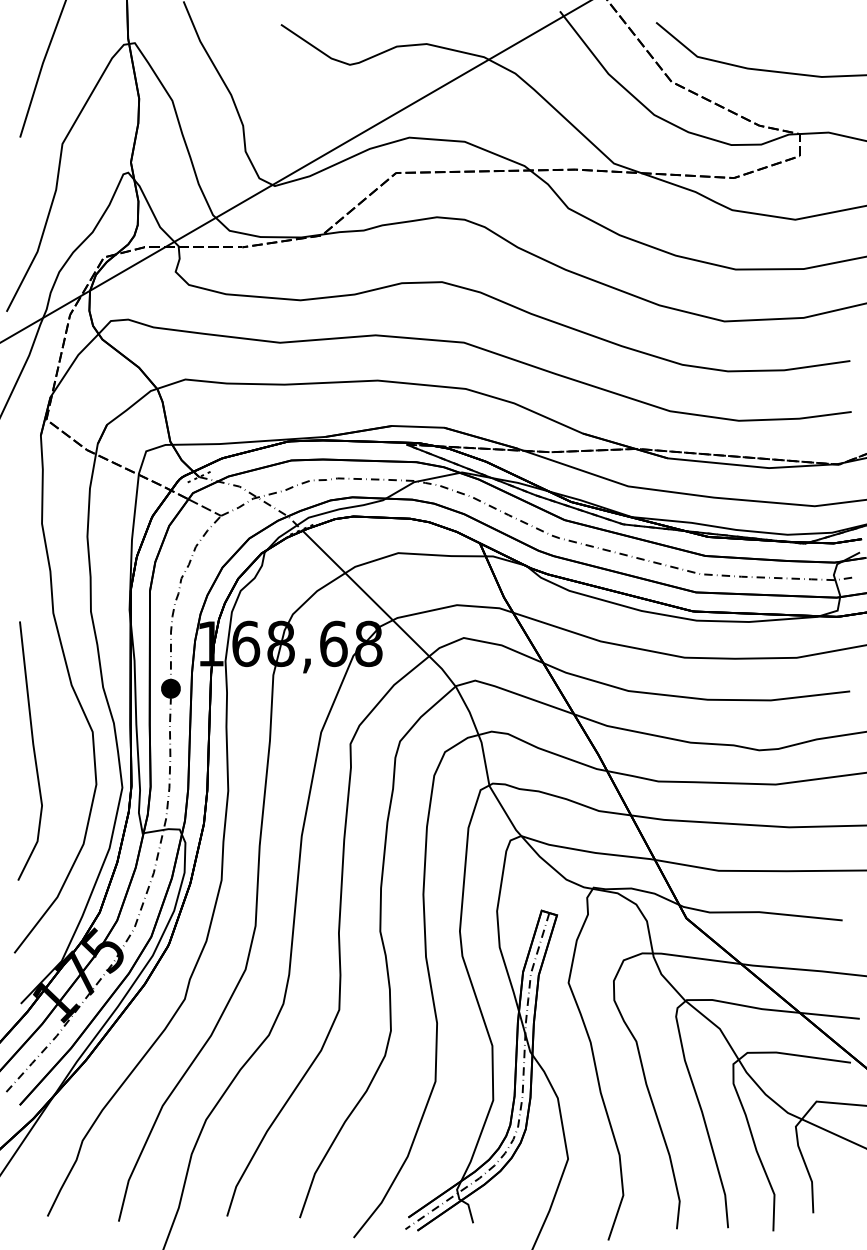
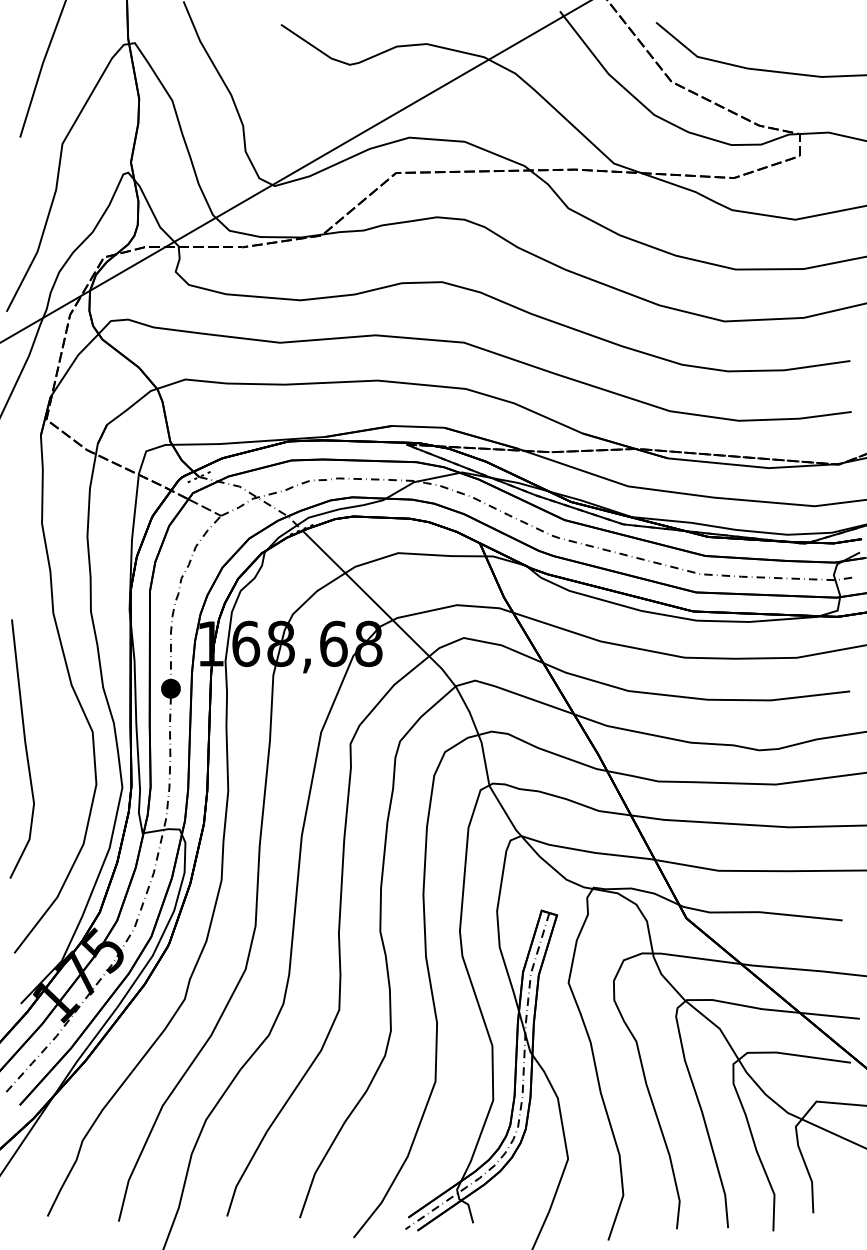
line at (33, 750) position: (33, 750) -> (25, 748)
